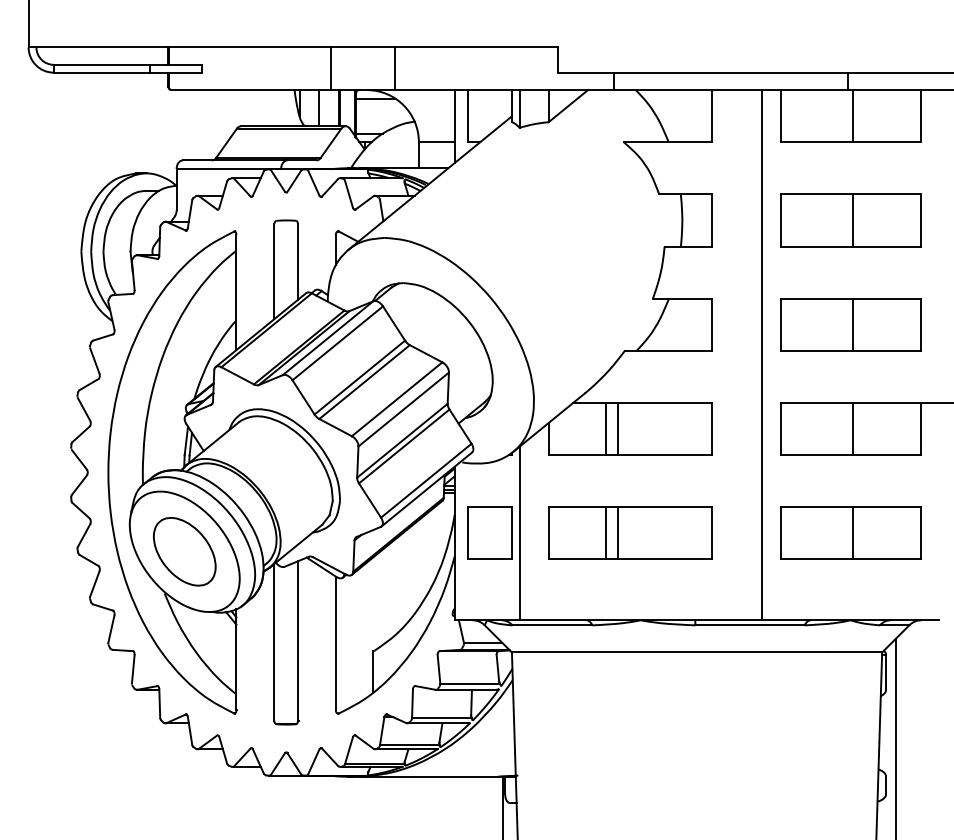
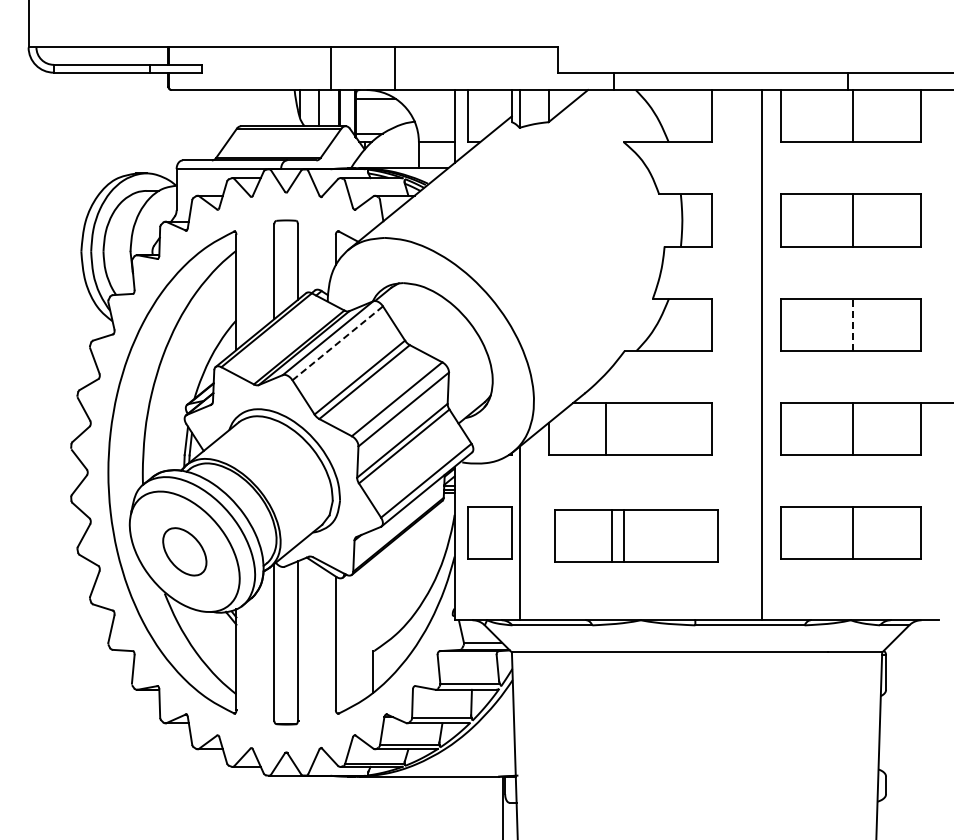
line at (852, 324): solid -> dashed
line at (337, 343): solid -> dashed
line at (618, 428): present -> none
part at (630, 532) position: (630, 532) -> (636, 535)
part at (184, 551) size: 64x70 px -> 46x50 px
line at (895, 737): present -> none
